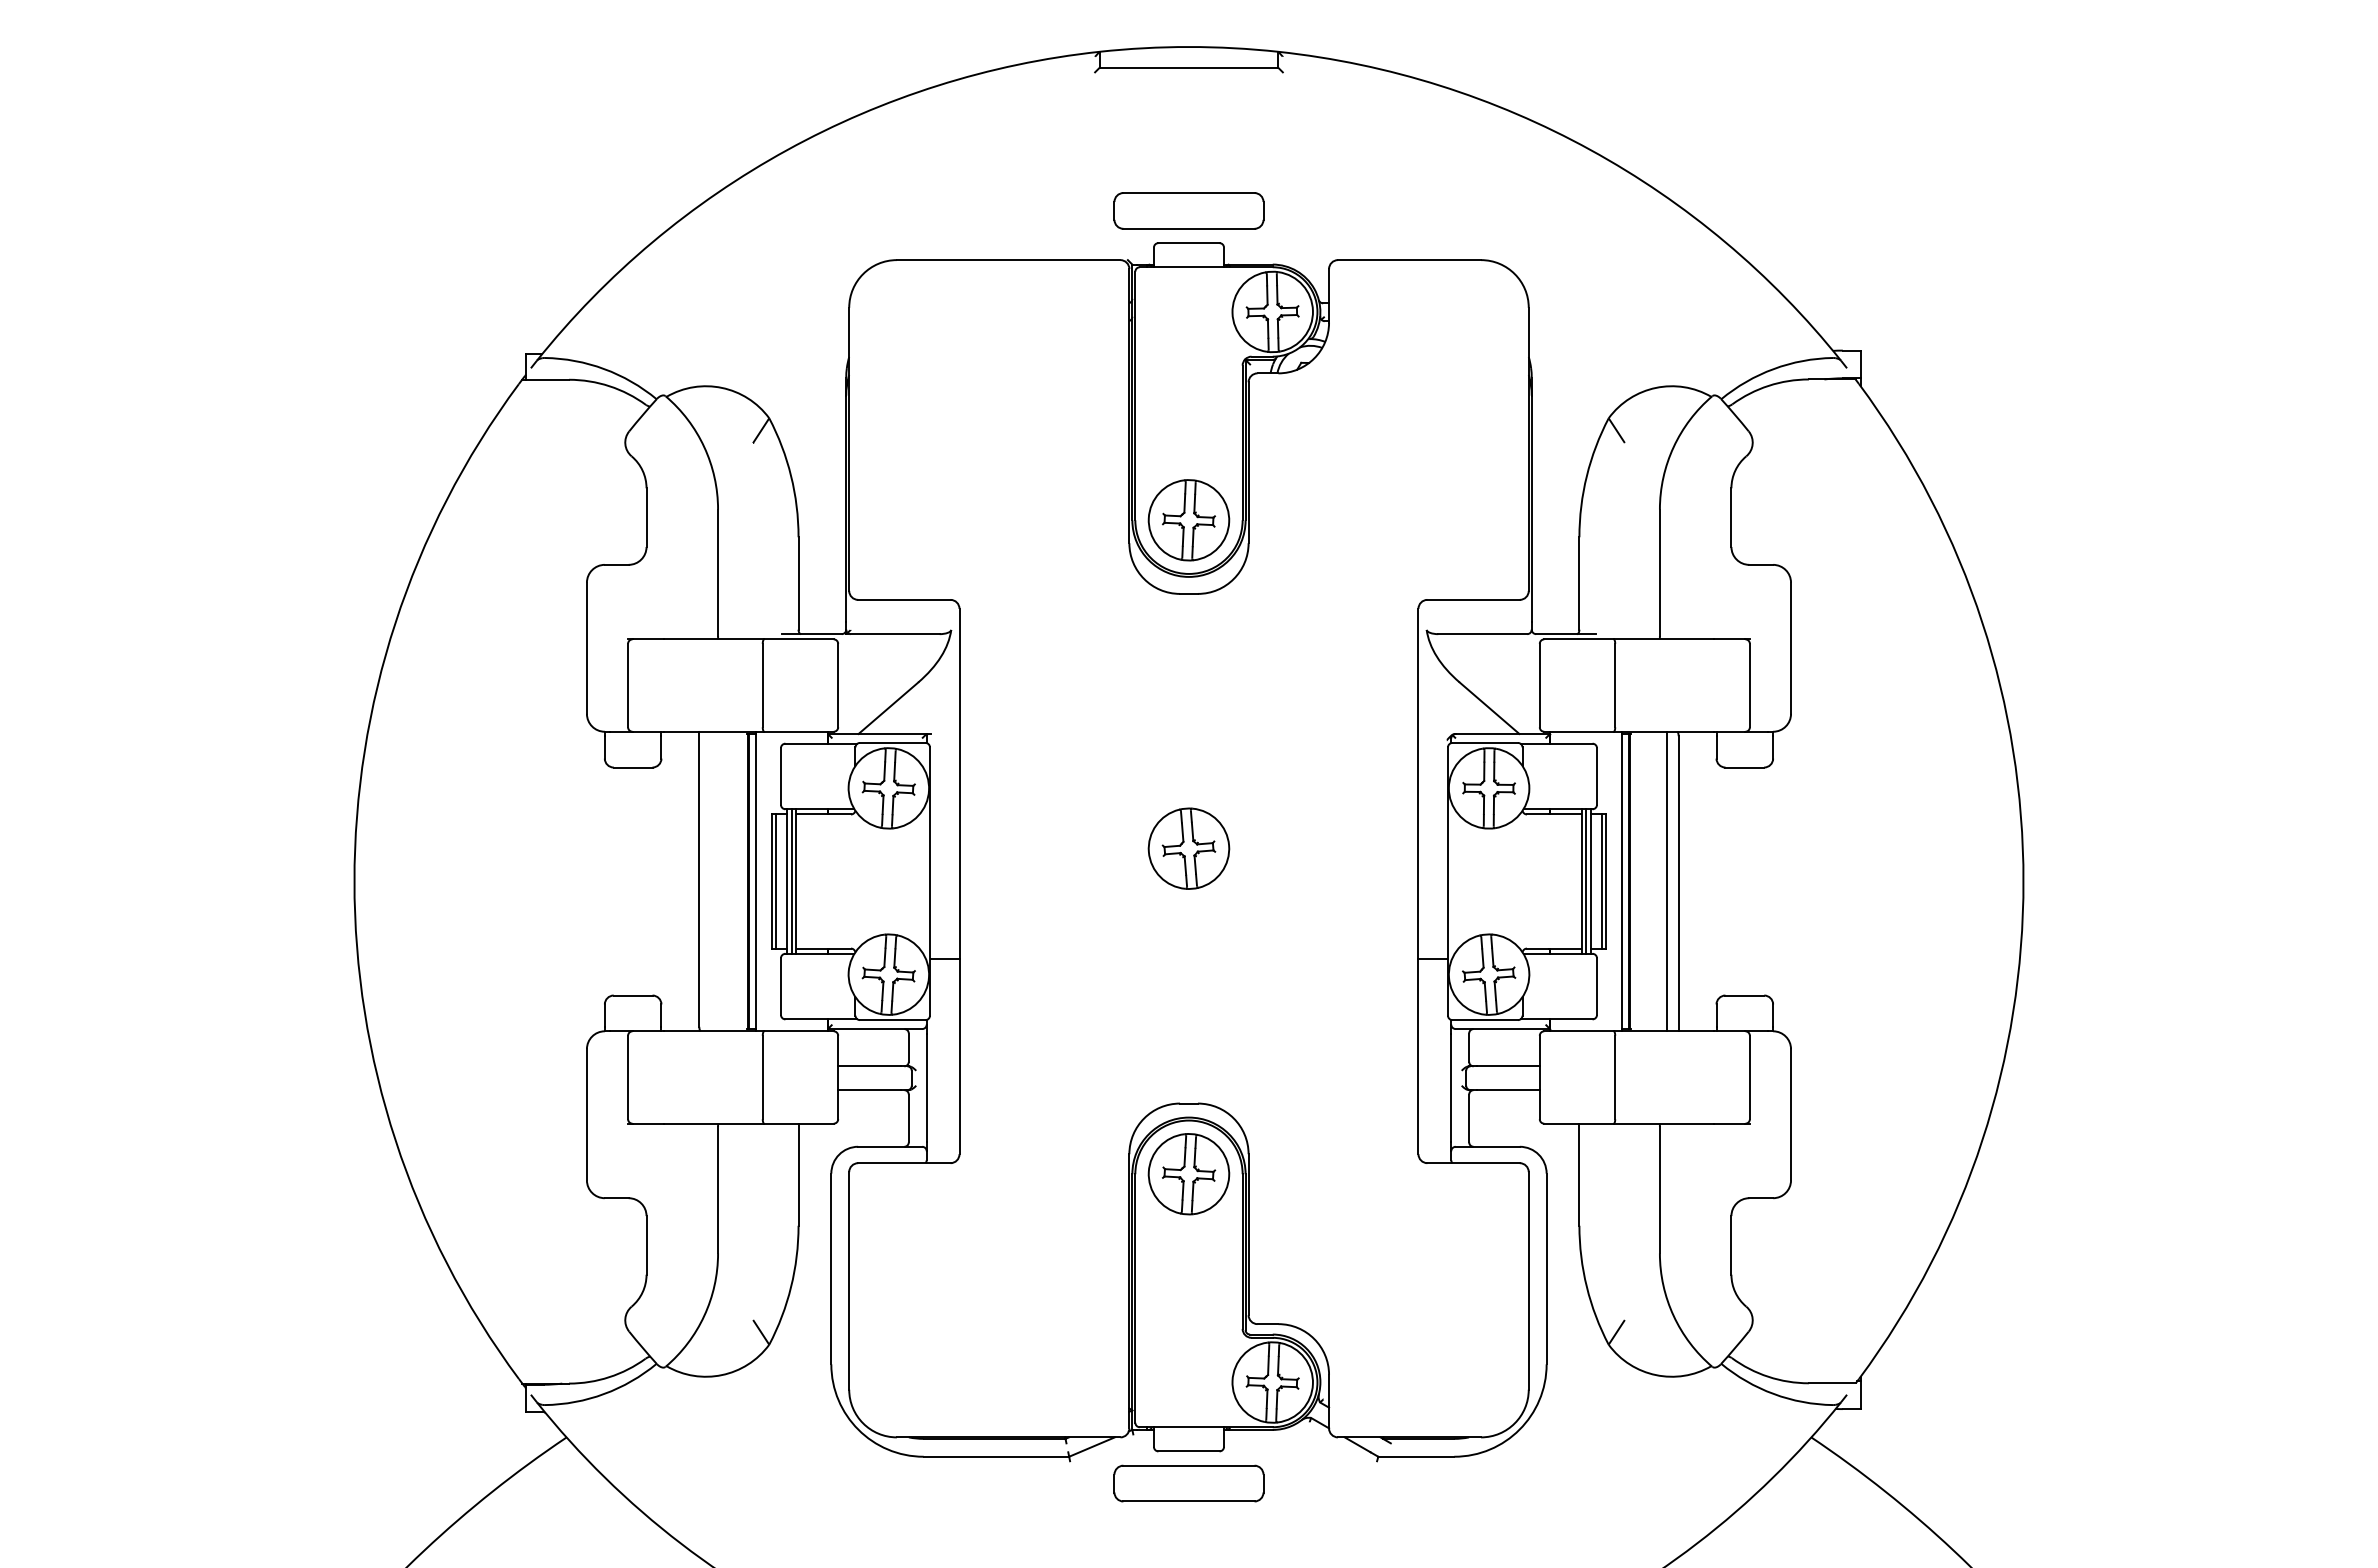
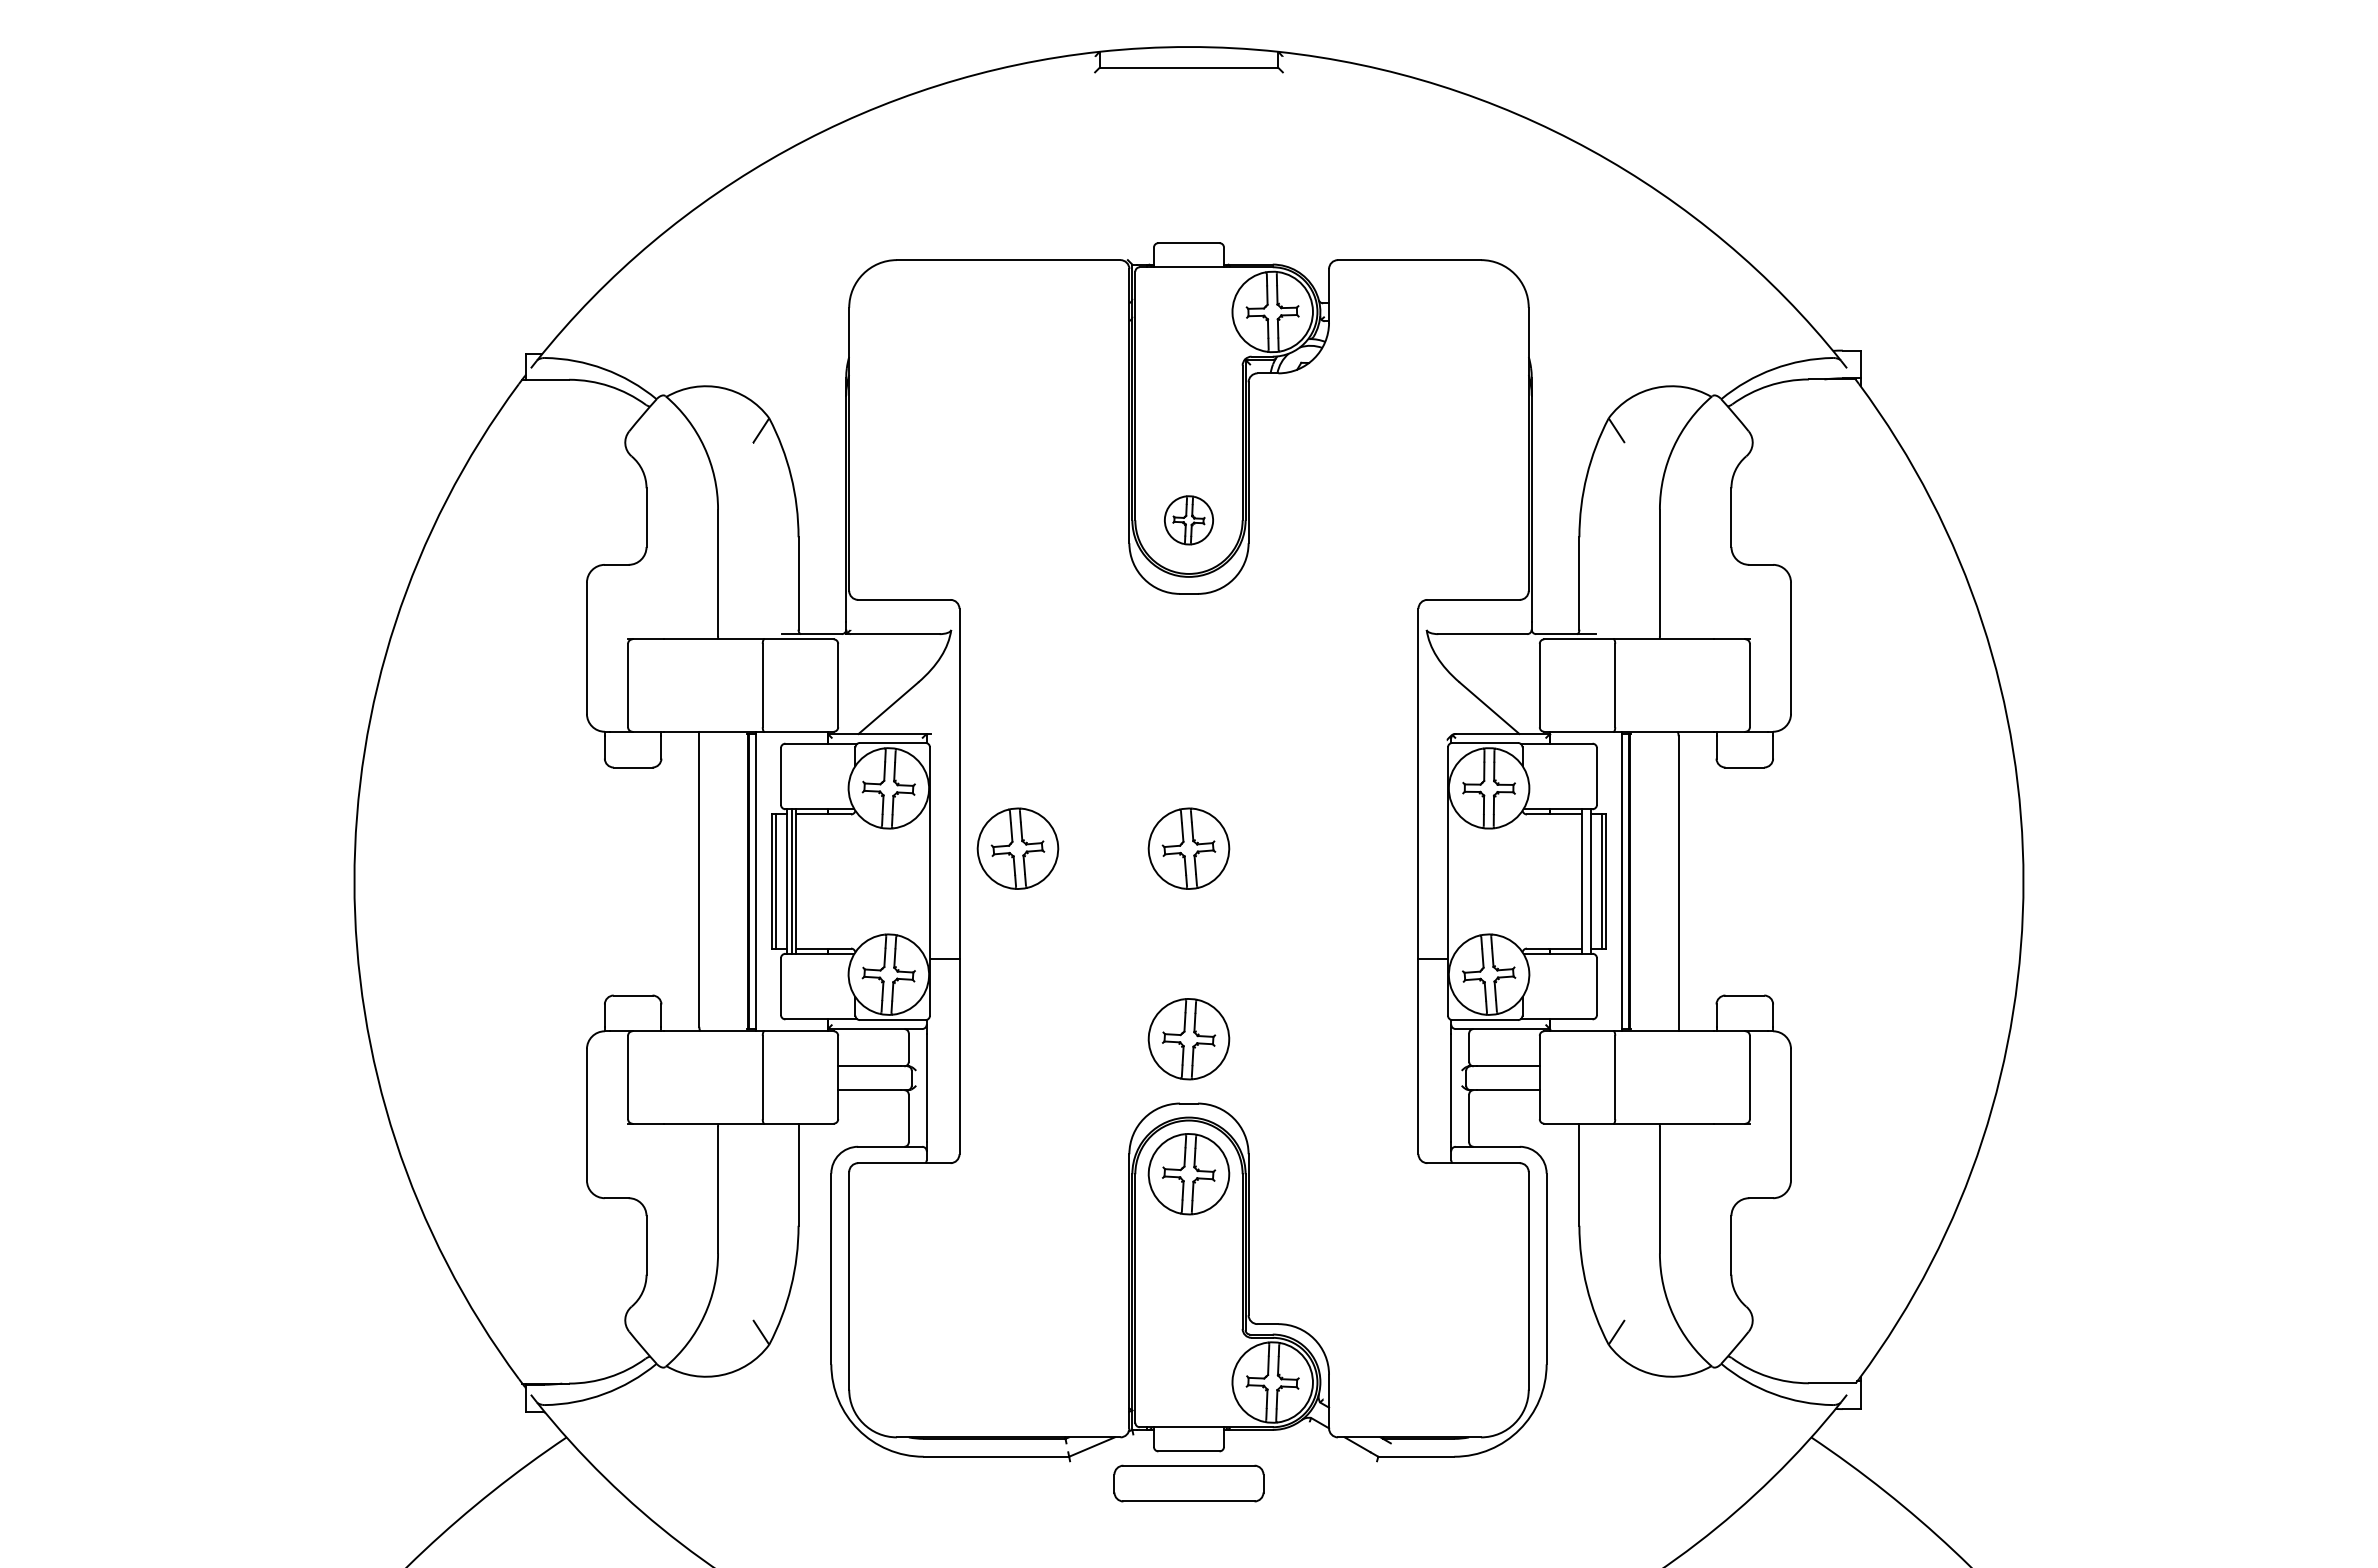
part at (1188, 210): present -> none
part at (1188, 520) size: 84x83 px -> 50x51 px
part at (1017, 848): none -> present
line at (1585, 881): present -> none
line at (1666, 881): present -> none
part at (1188, 1039): none -> present
